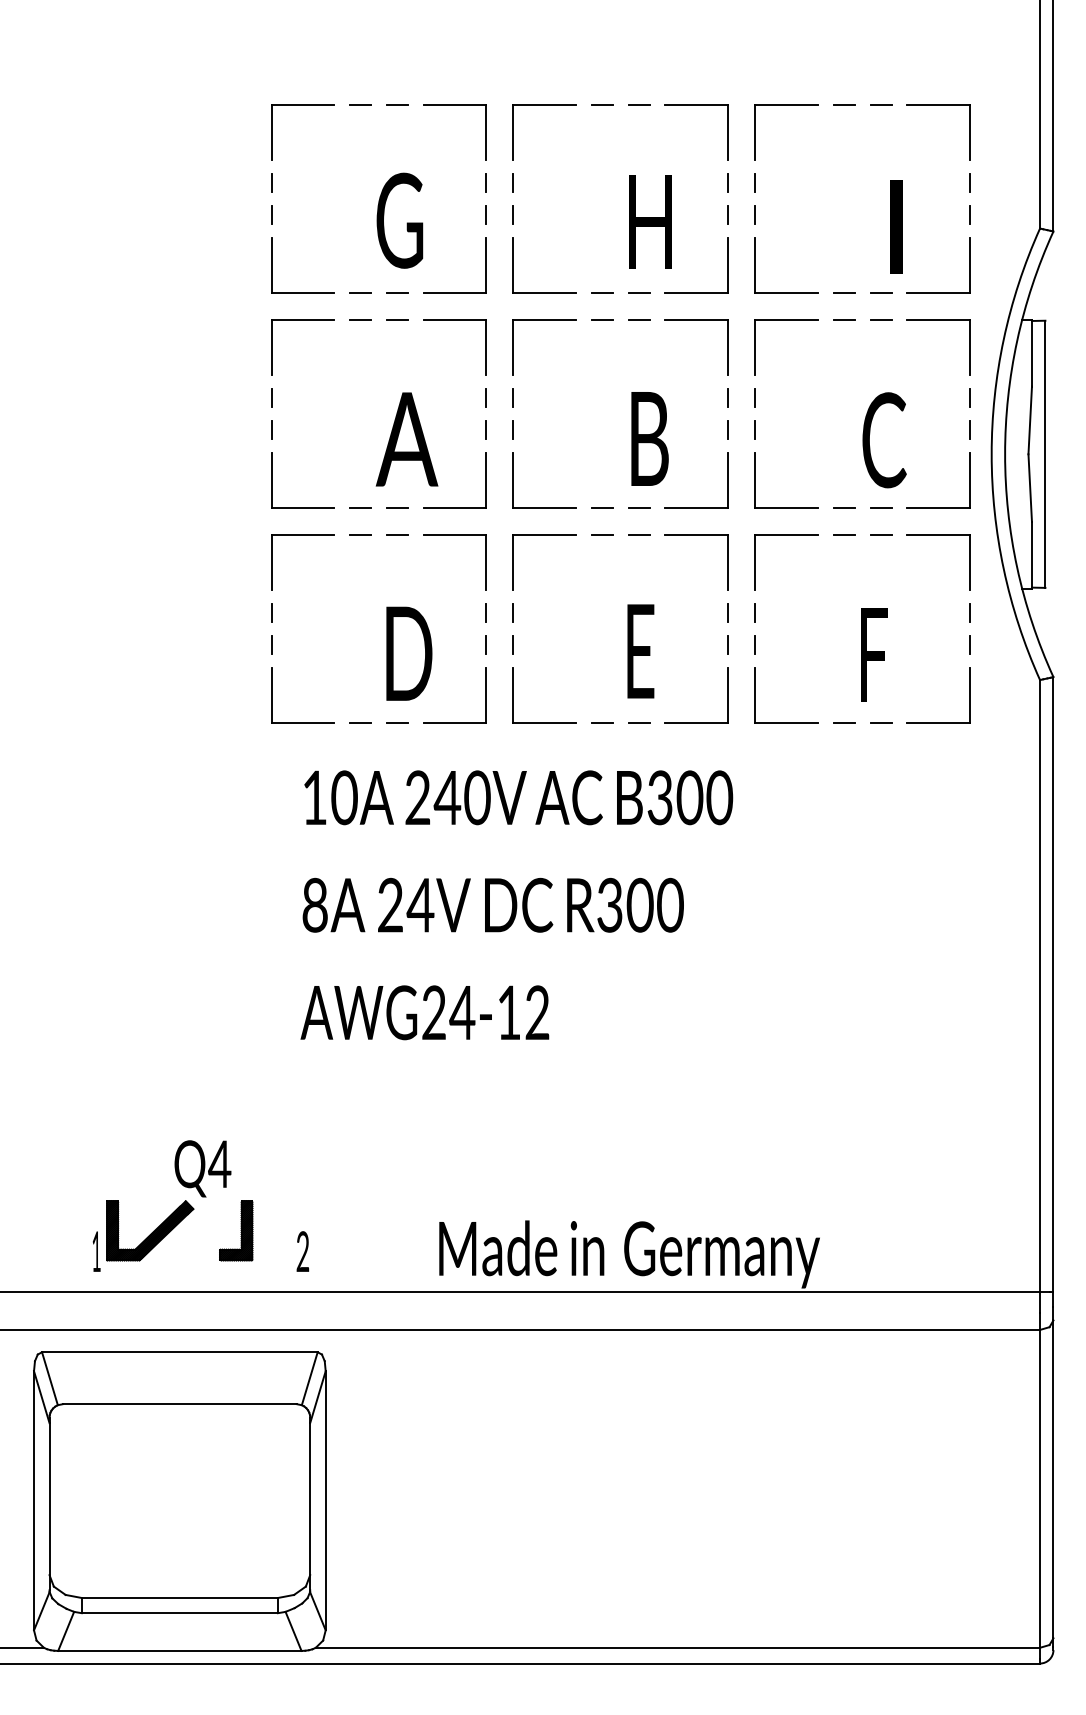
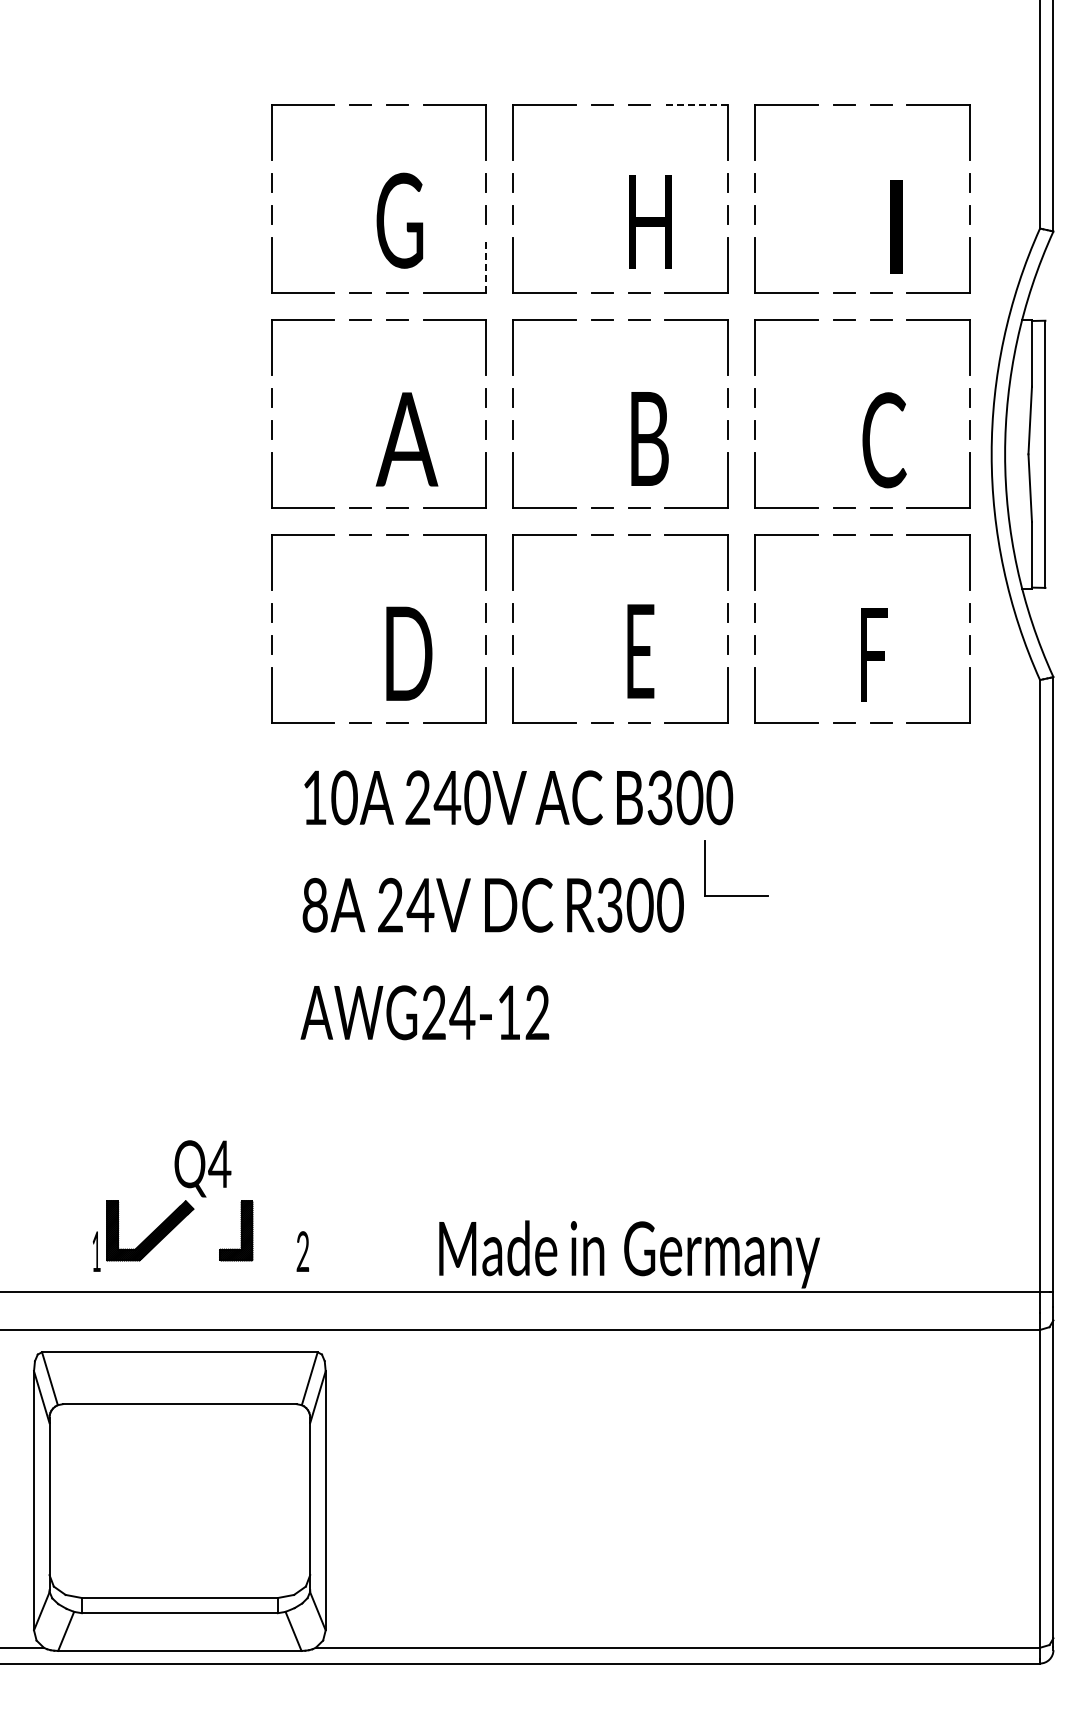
line at (696, 104): solid -> dashed
line at (486, 265): solid -> dashed
part at (736, 895): none -> present
